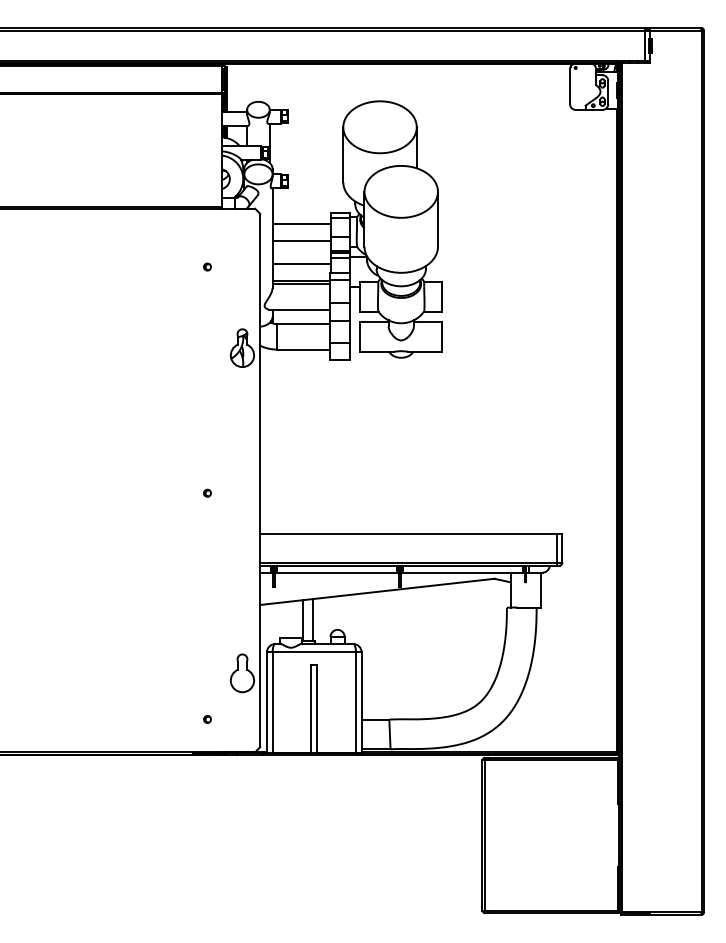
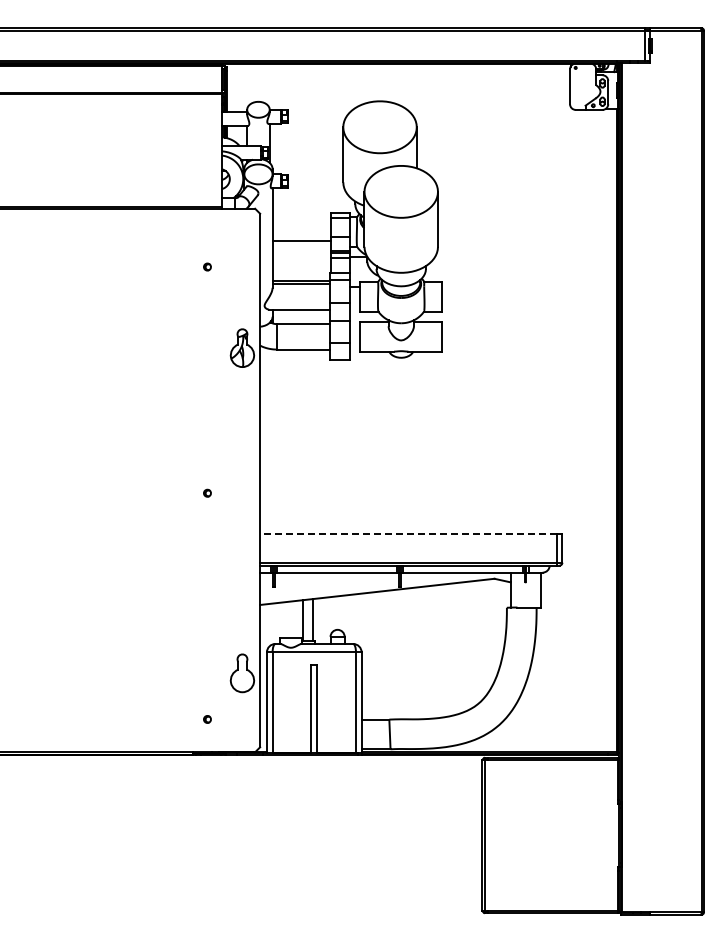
line at (301, 223): present -> none
line at (301, 263): present -> none
line at (407, 534): solid -> dashed
